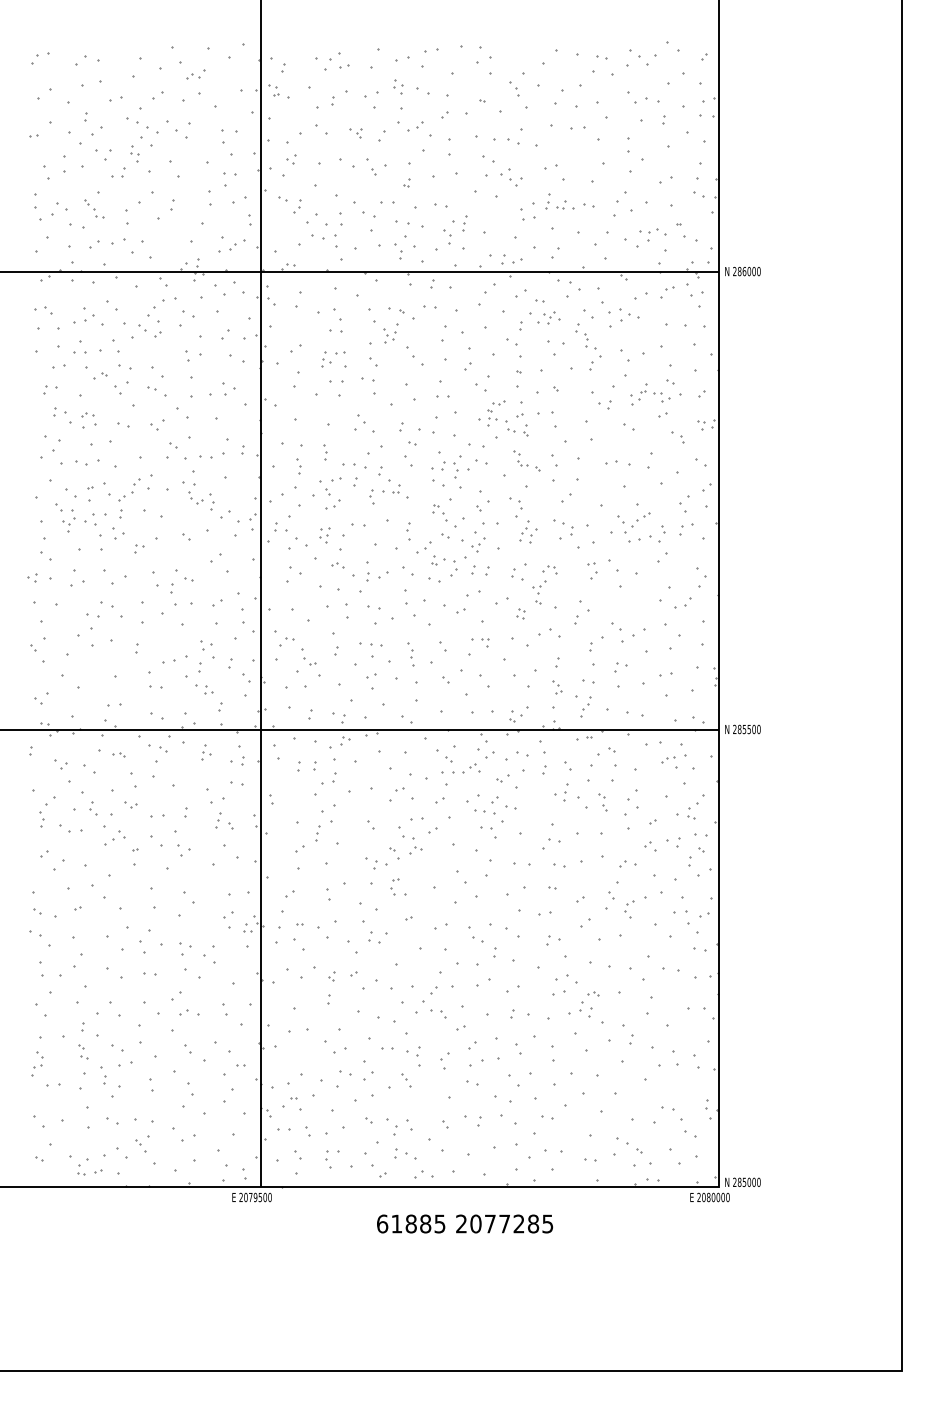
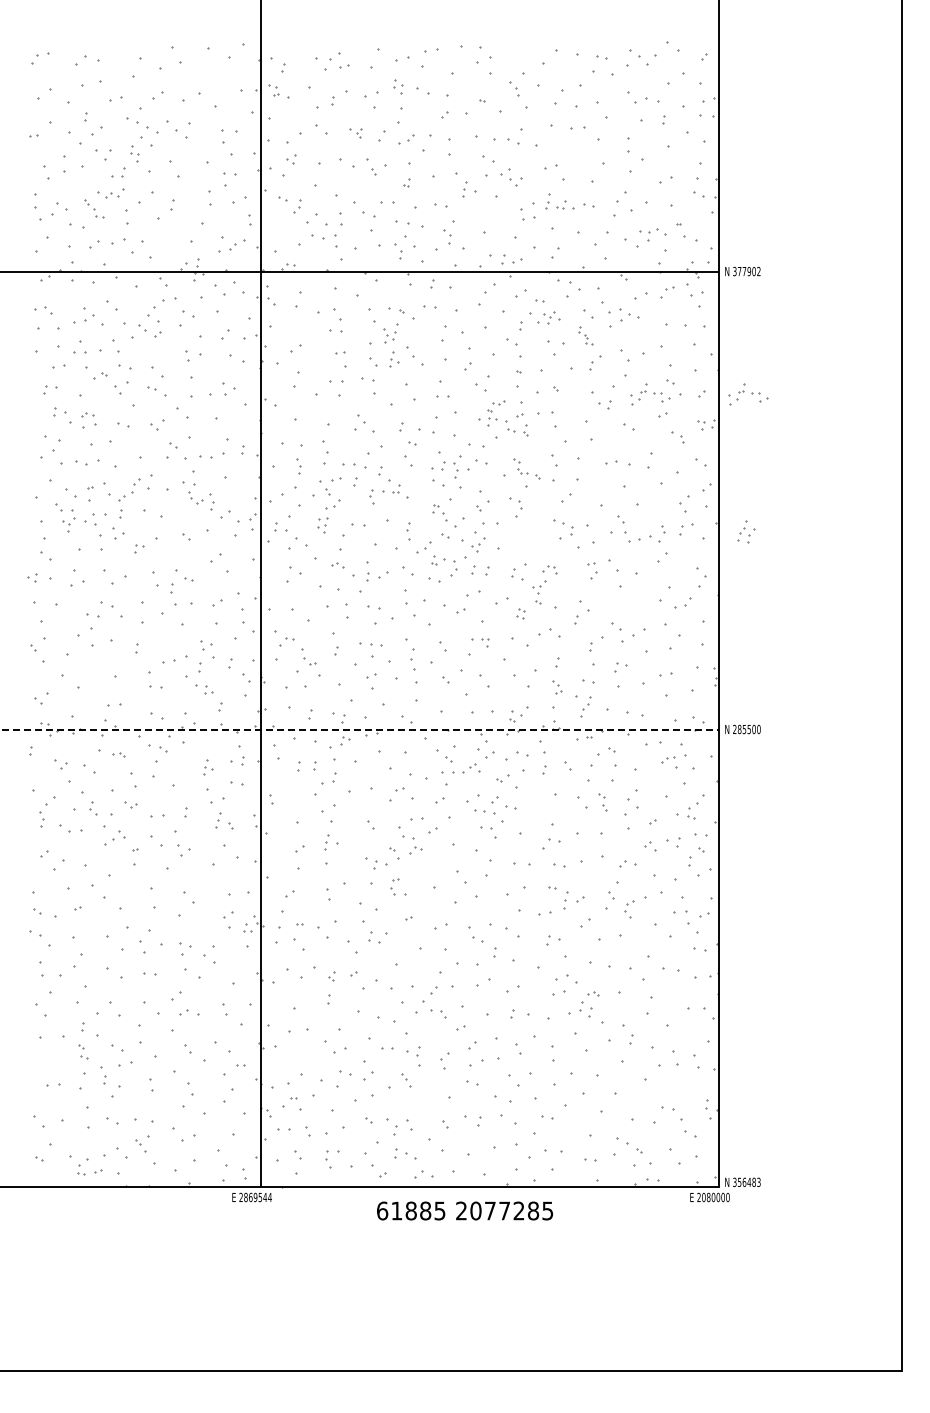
part at (195, 74) position: (195, 74) -> (114, 193)
part at (415, 126) position: (415, 126) -> (406, 139)
part at (464, 223) position: (464, 223) -> (464, 189)
text at (746, 271): 286000 -> 377902
part at (585, 336) size: 22x27 px -> 16x20 px
part at (326, 359) position: (326, 359) -> (394, 359)
part at (748, 394): none -> present
part at (325, 452) size: 5x17 px -> 7x25 px
part at (526, 460) position: (526, 460) -> (526, 468)
part at (640, 519): present -> none
part at (528, 531) position: (528, 531) -> (746, 531)
part at (324, 535) position: (324, 535) -> (322, 525)
part at (410, 654) size: 8x25 px -> 11x33 px
line at (359, 729): solid -> dashed
part at (206, 752) position: (206, 752) -> (208, 767)
part at (565, 792) position: (565, 792) -> (565, 900)
part at (317, 833) position: (317, 833) -> (326, 842)
part at (37, 1063): present -> none
text at (746, 1182): 285000 -> 356483
text at (257, 1197): 2079500 -> 2869544
text at (465, 1223) position: (465, 1223) -> (465, 1210)
